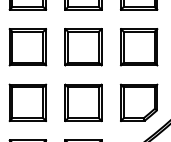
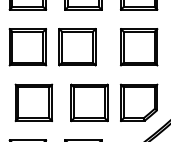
part at (83, 47) position: (83, 47) -> (77, 47)
part at (27, 102) position: (27, 102) -> (33, 102)
part at (83, 102) position: (83, 102) -> (89, 102)
